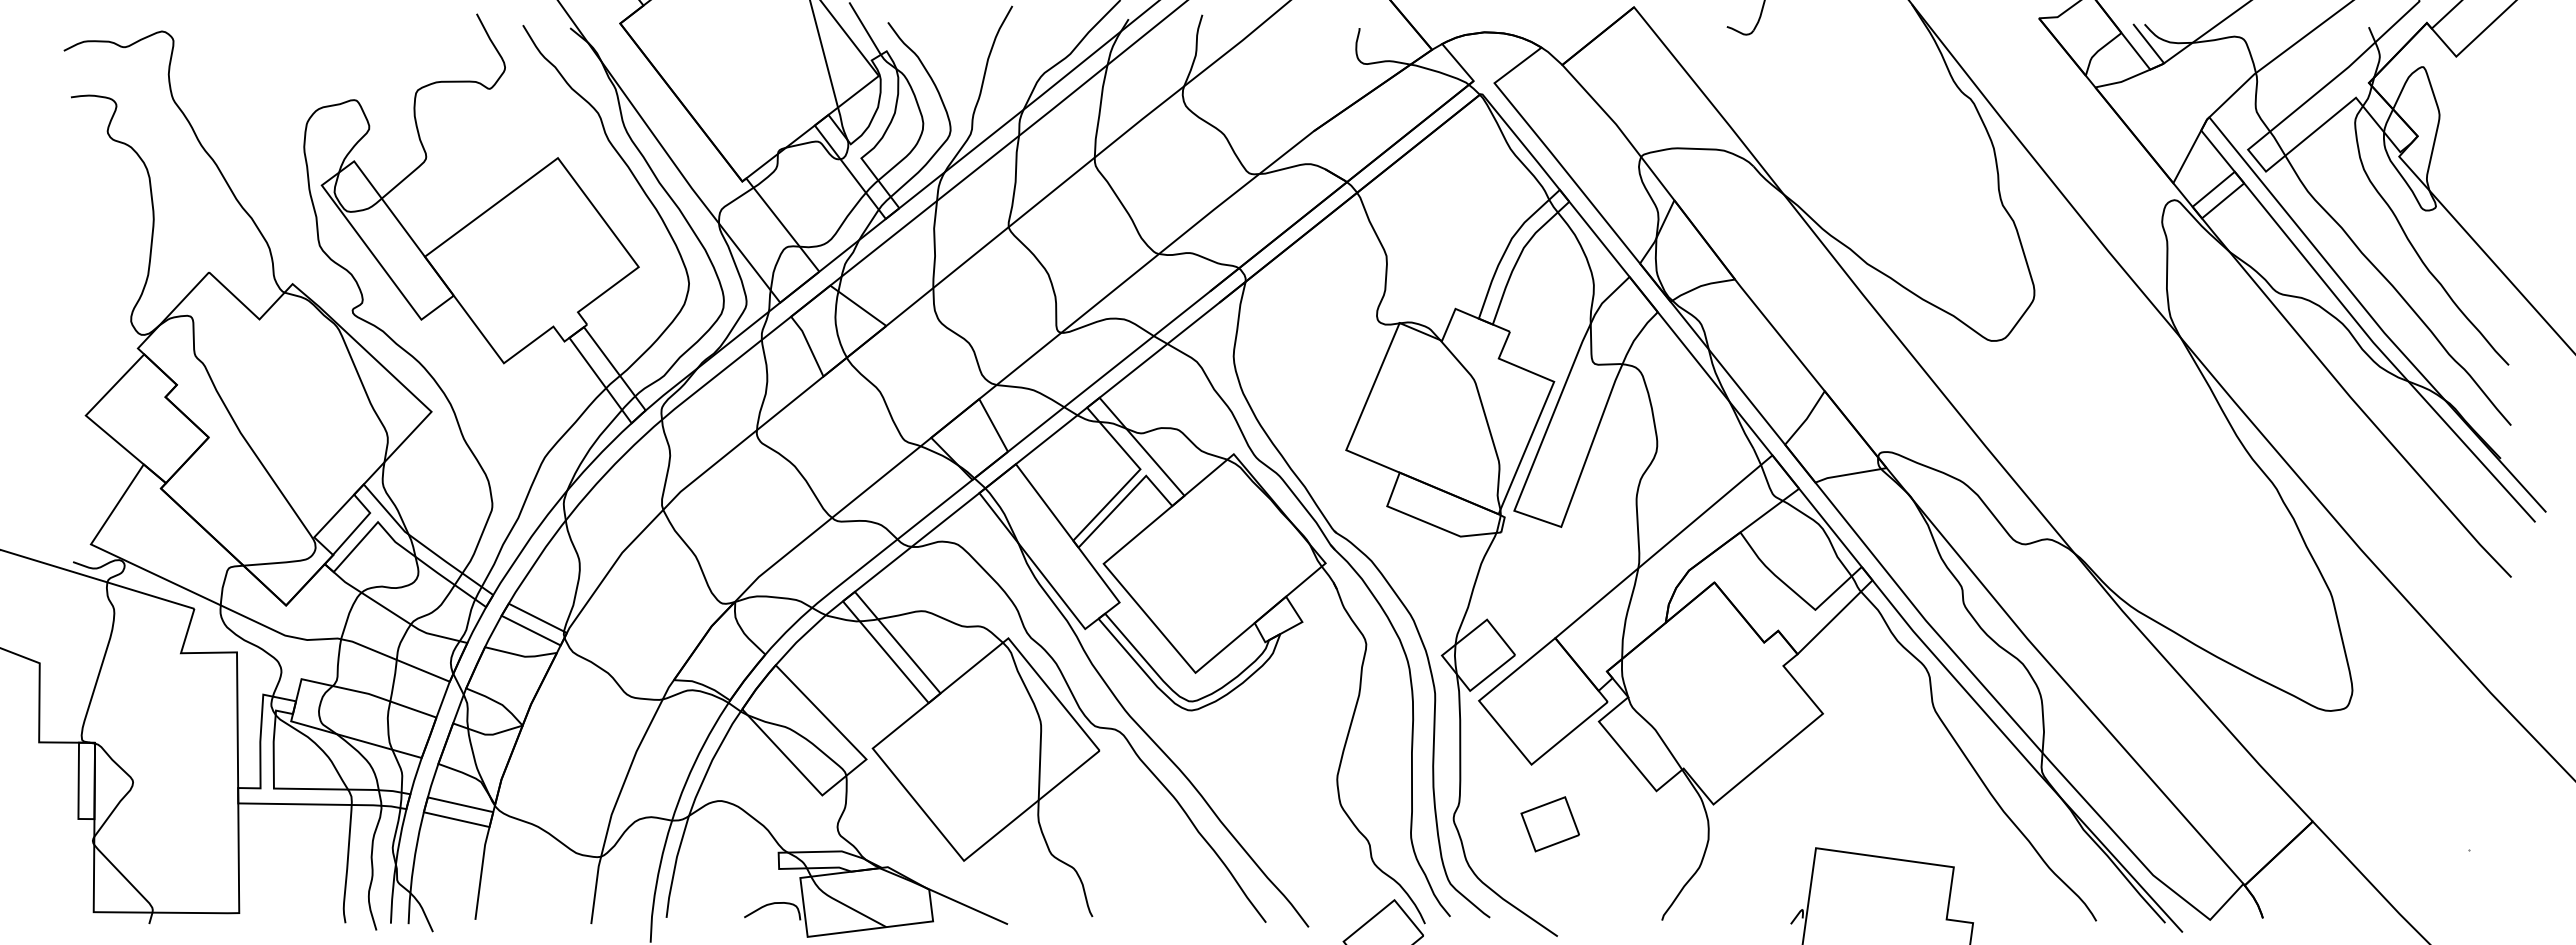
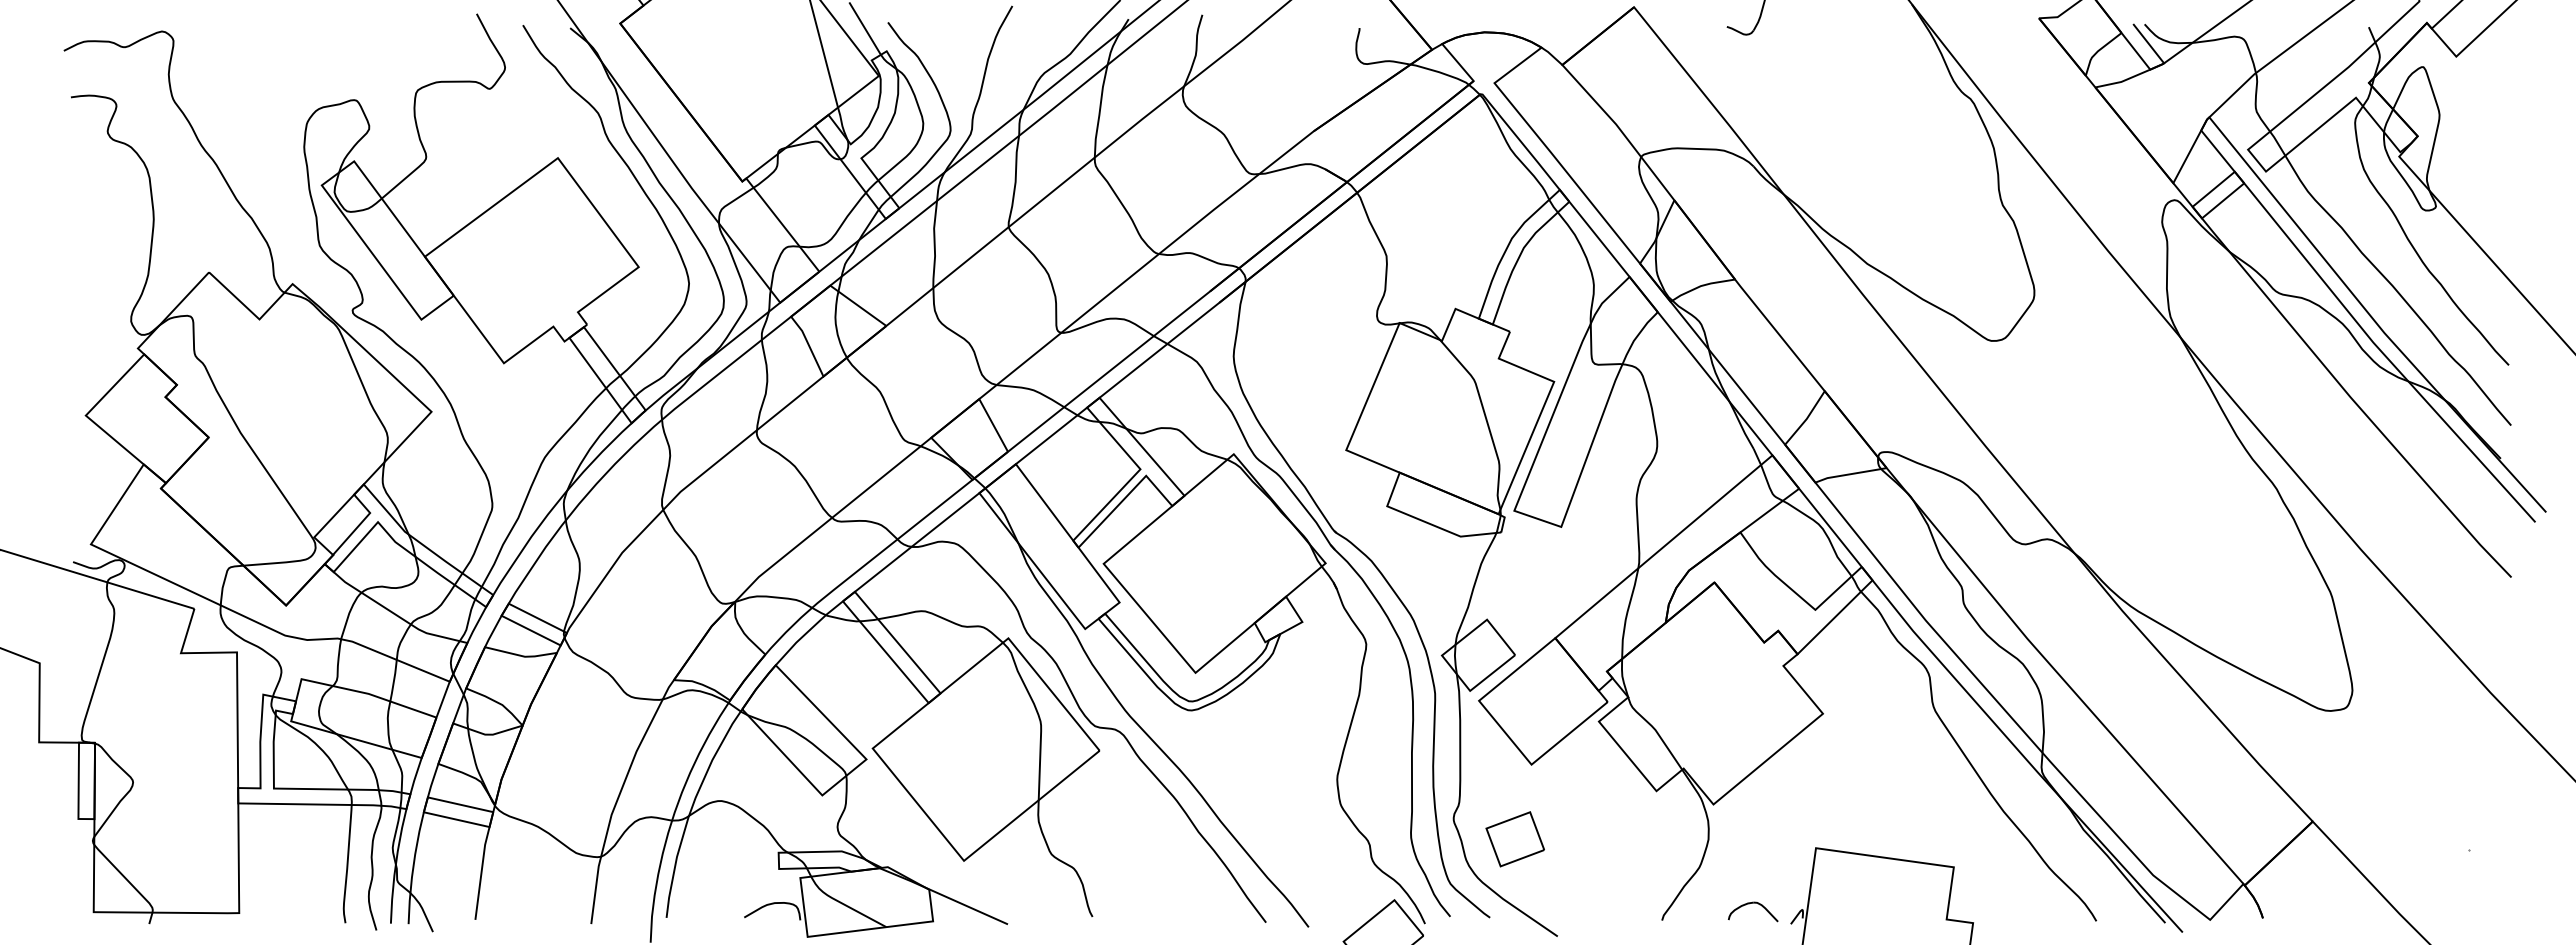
part at (1549, 824) position: (1549, 824) -> (1514, 839)
part at (1753, 903): none -> present
